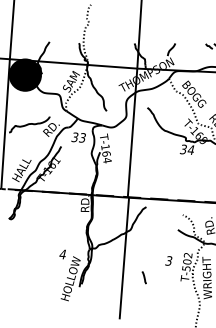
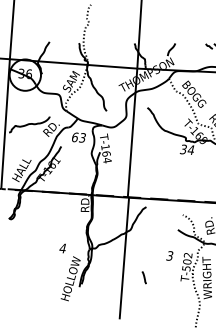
fill at (25, 74): present -> none
text at (74, 137): 33 -> 63
text at (62, 254) position: (62, 254) -> (62, 248)
text at (168, 260) position: (168, 260) -> (169, 255)
